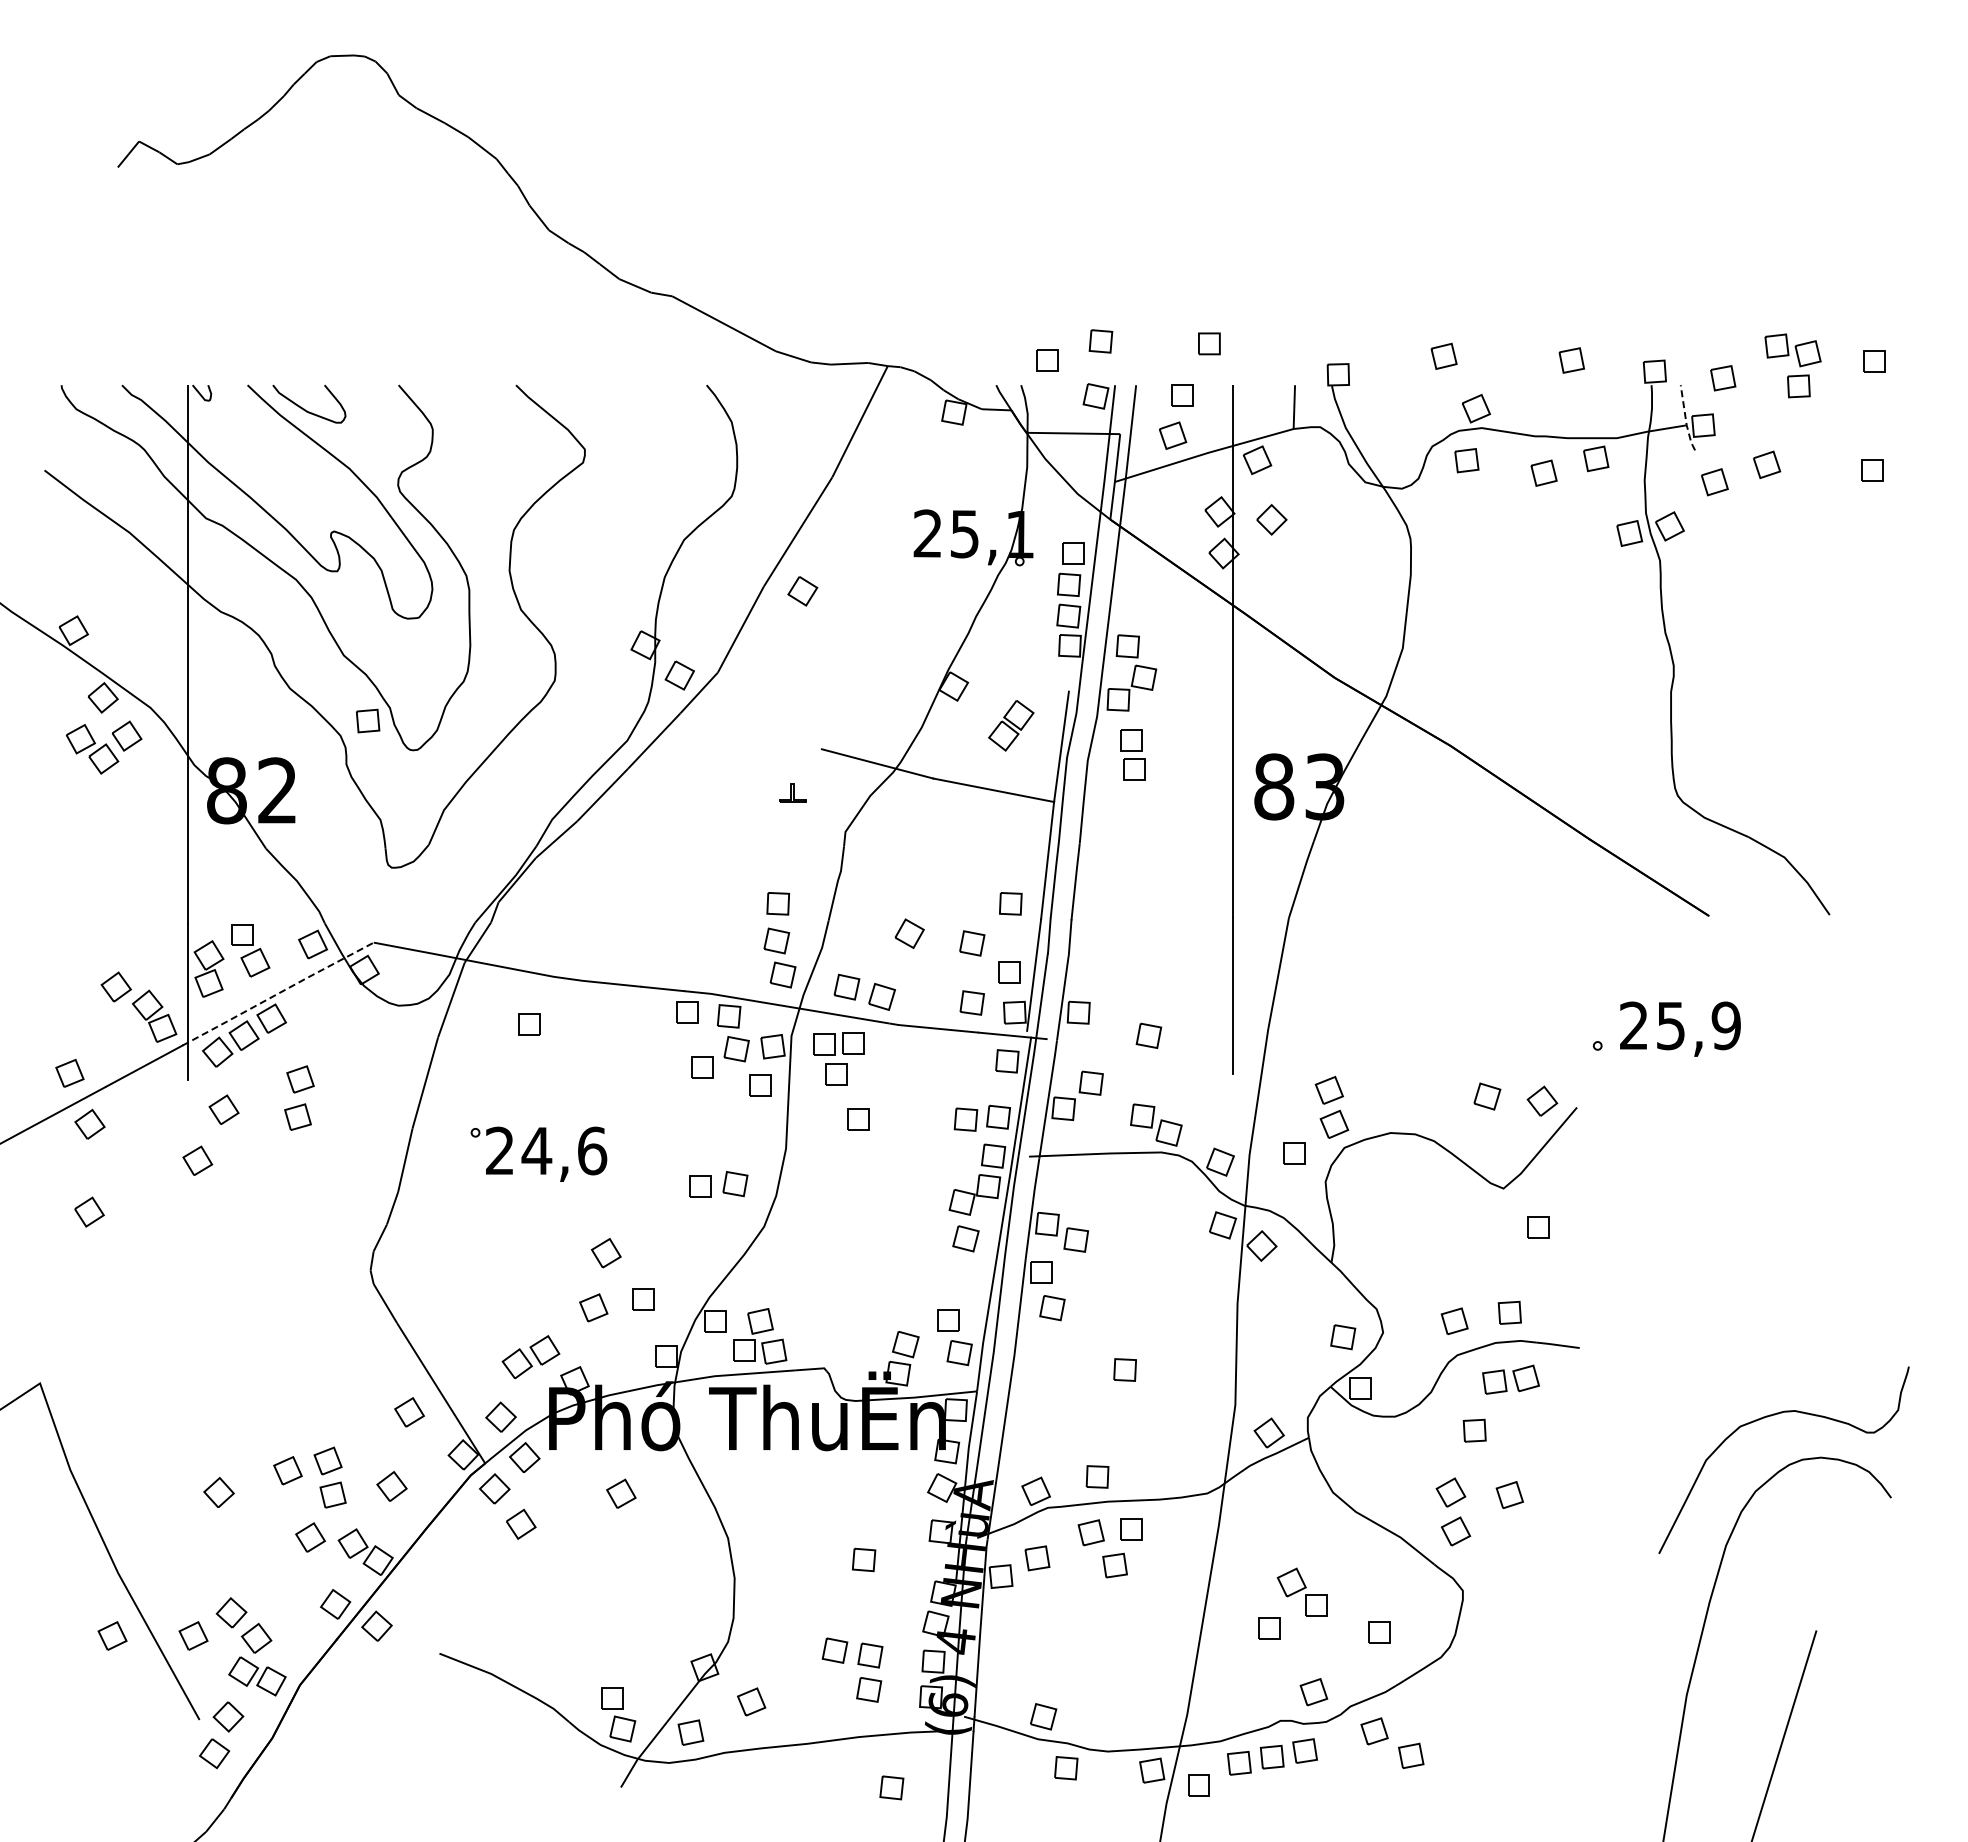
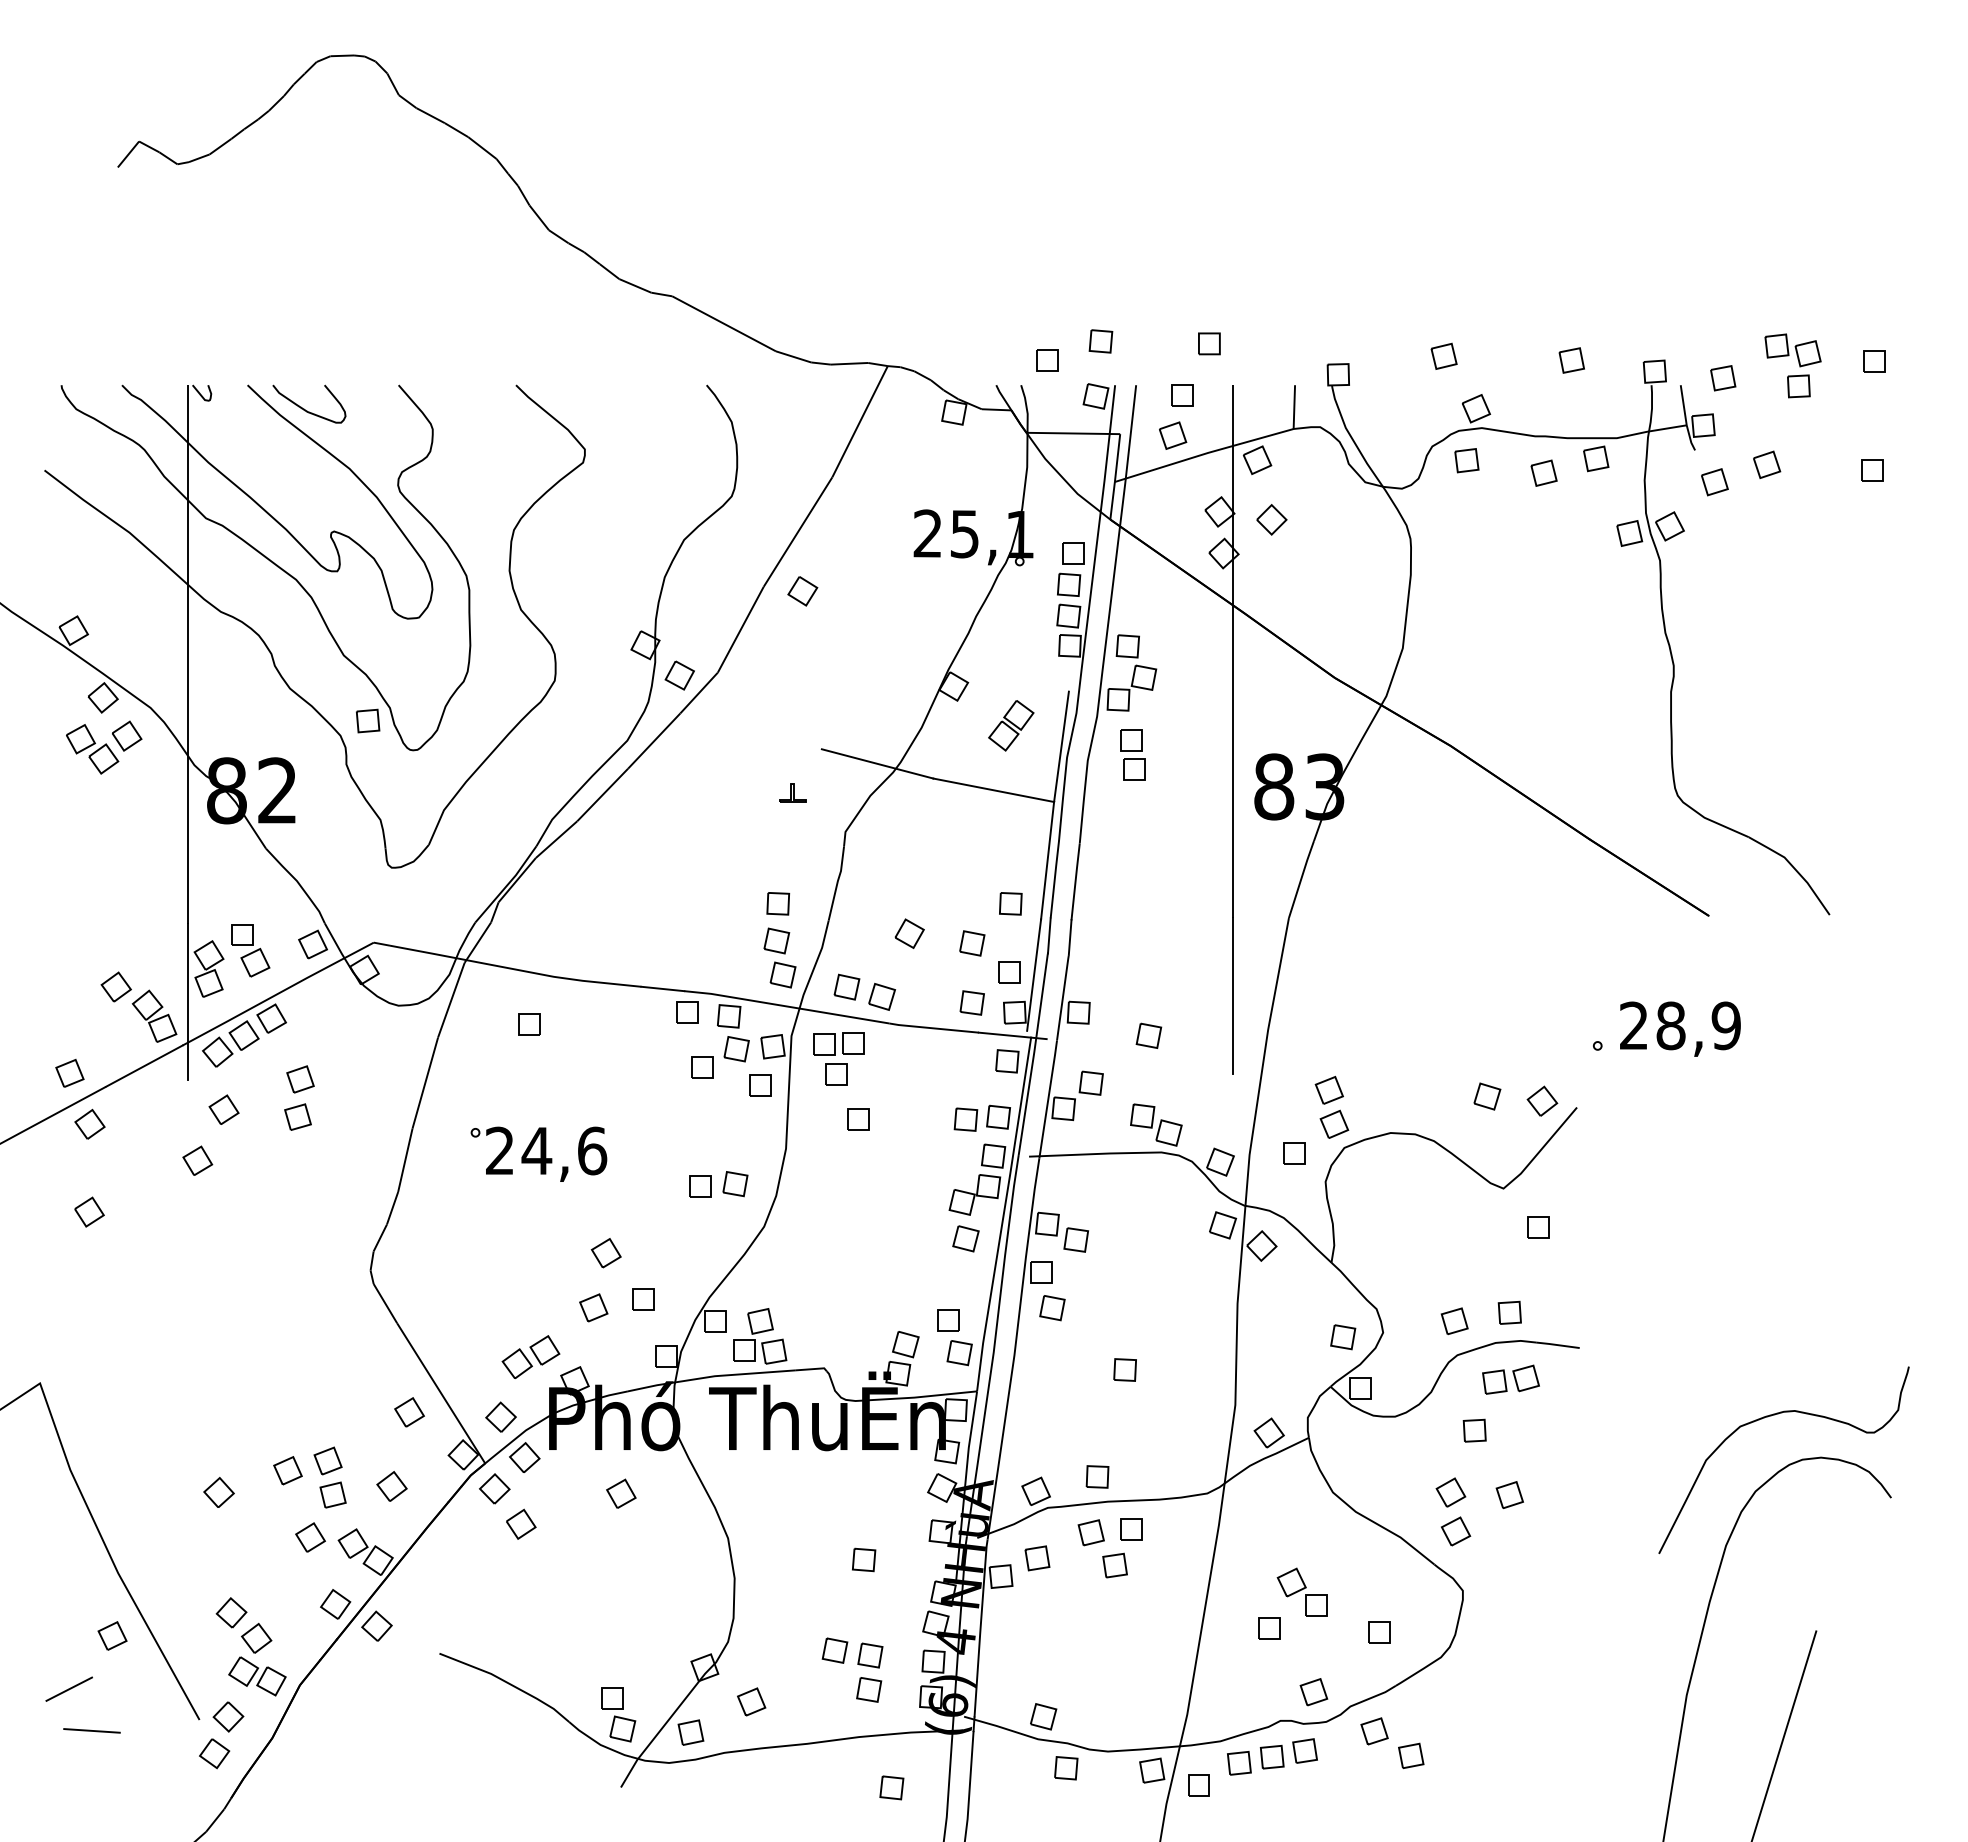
line at (1685, 419): dashed -> solid
line at (278, 993): dashed -> solid
text at (1670, 1025): 25,9 -> 28,9
part at (193, 1635): present -> none
line at (69, 1688): none -> present
line at (91, 1730): none -> present
